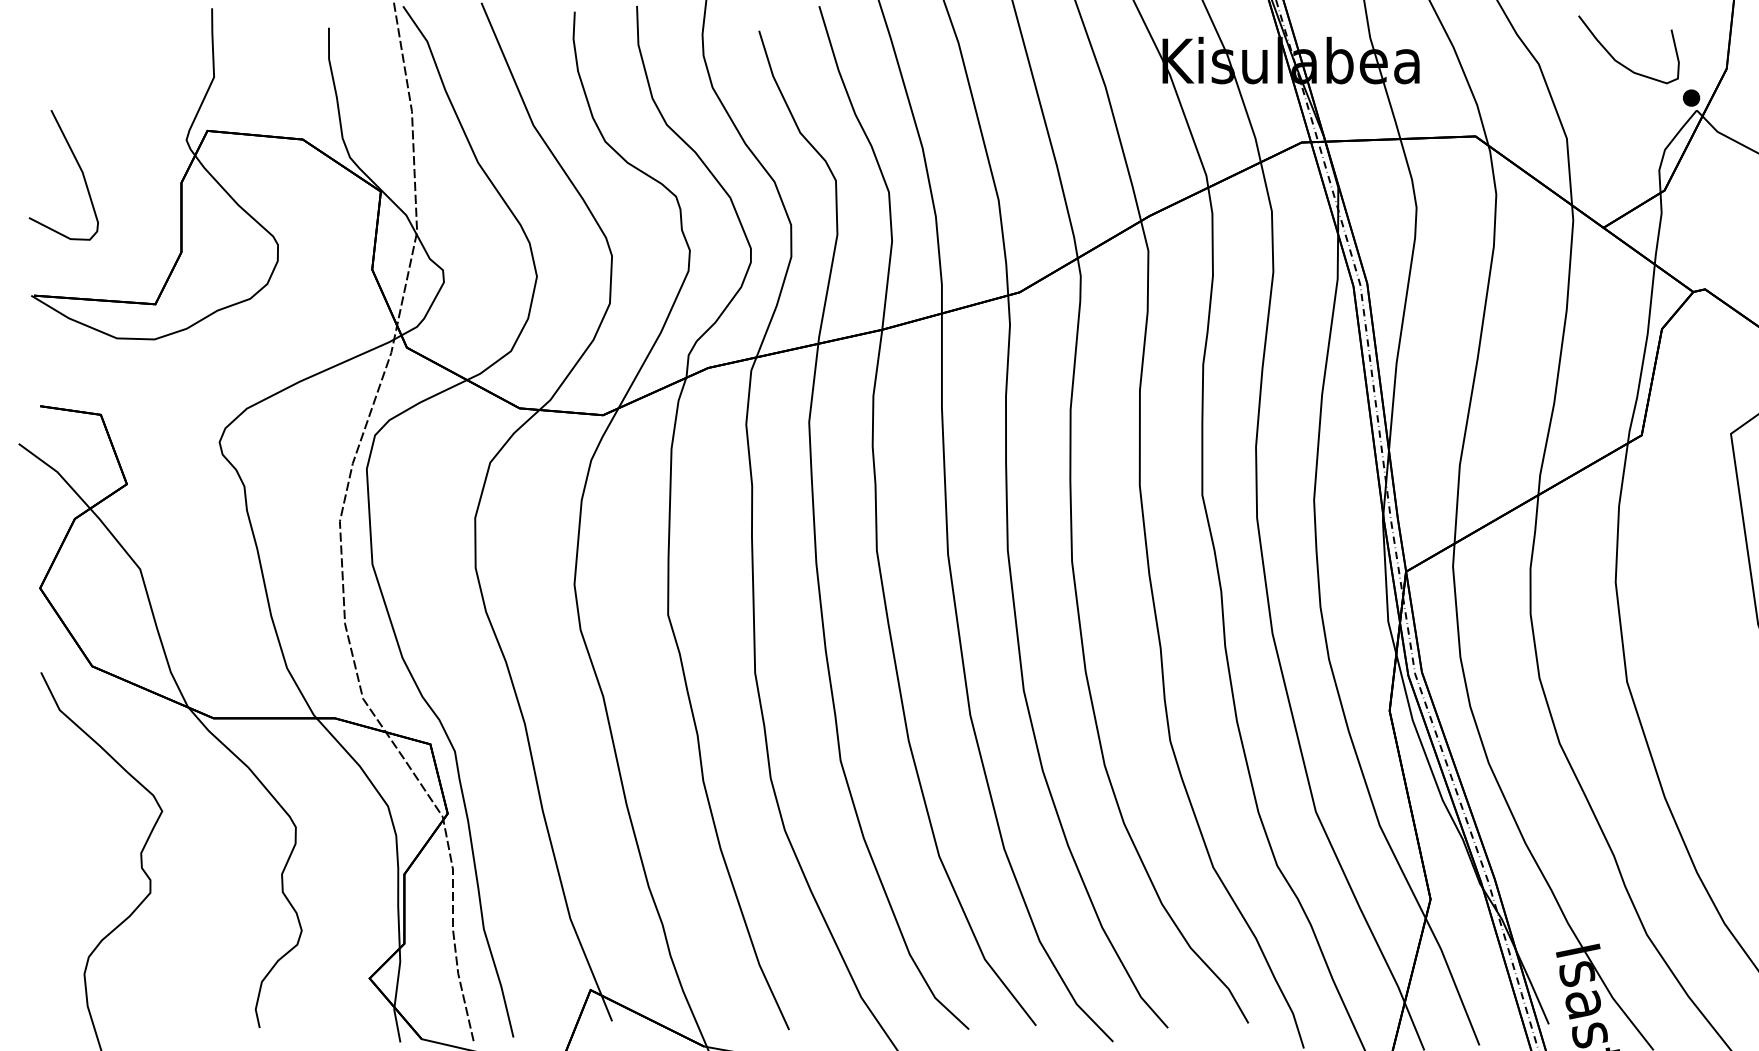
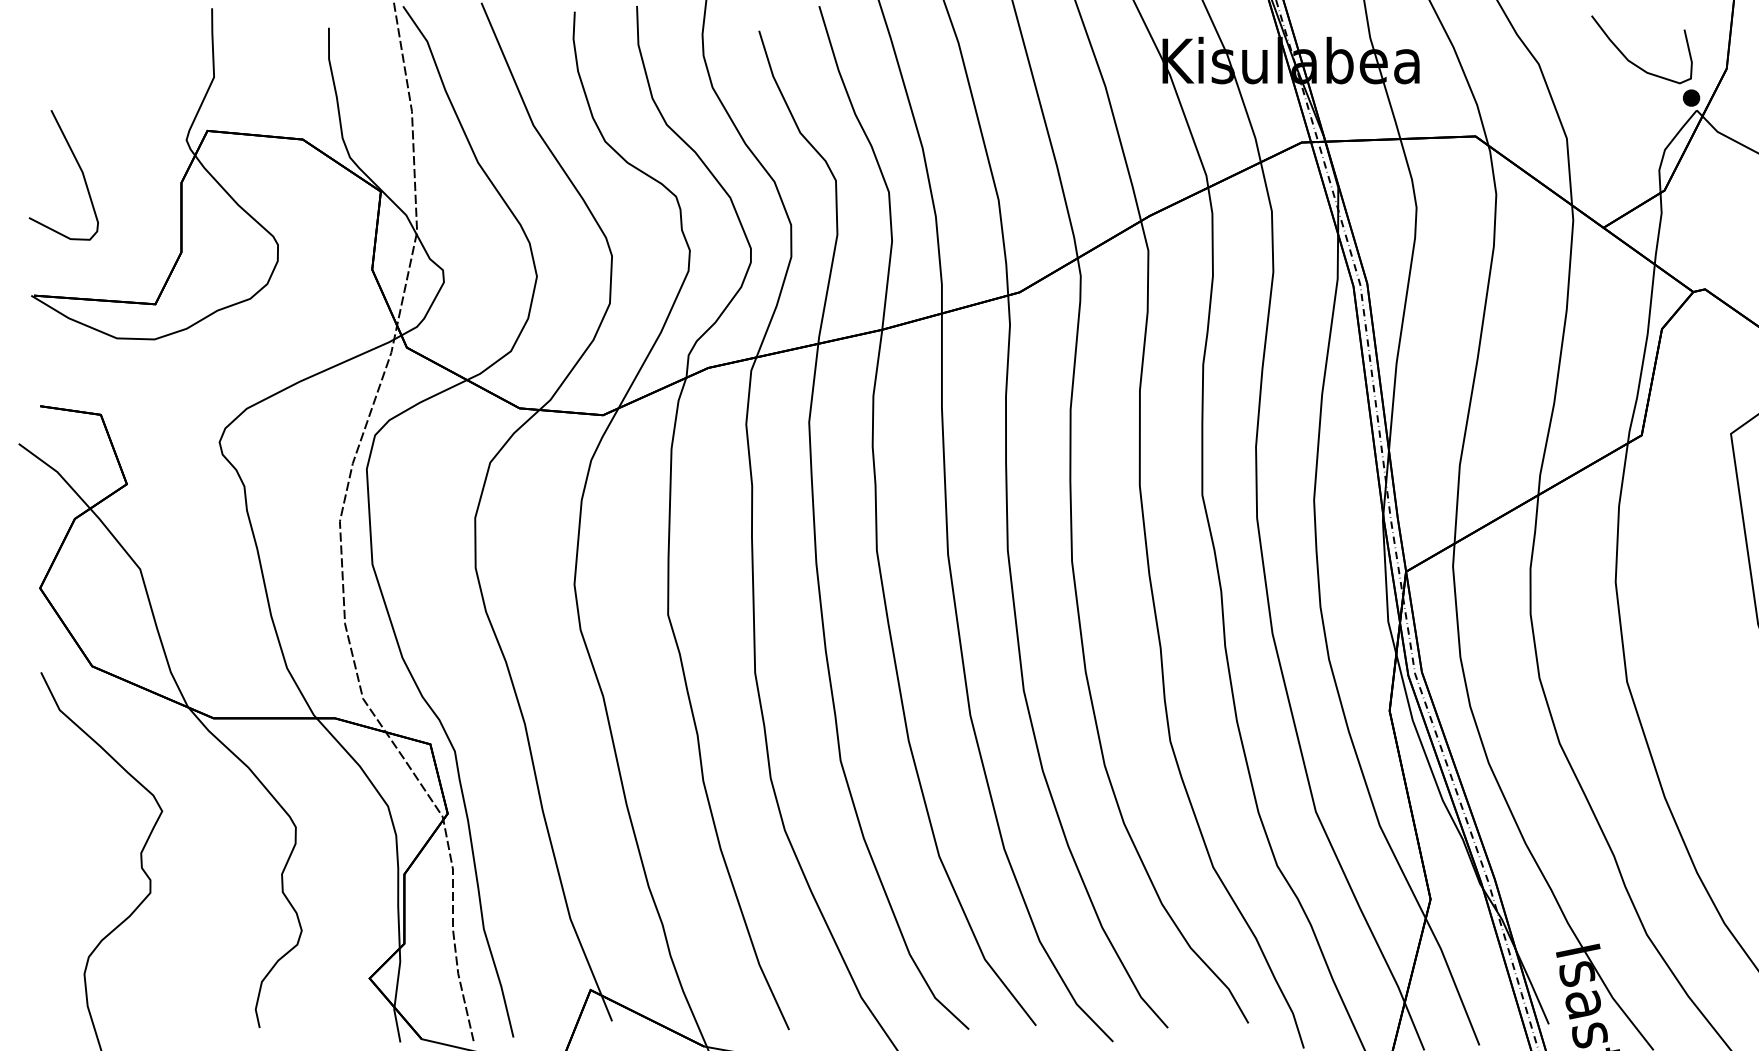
curve at (1620, 62) position: (1620, 62) -> (1633, 62)
